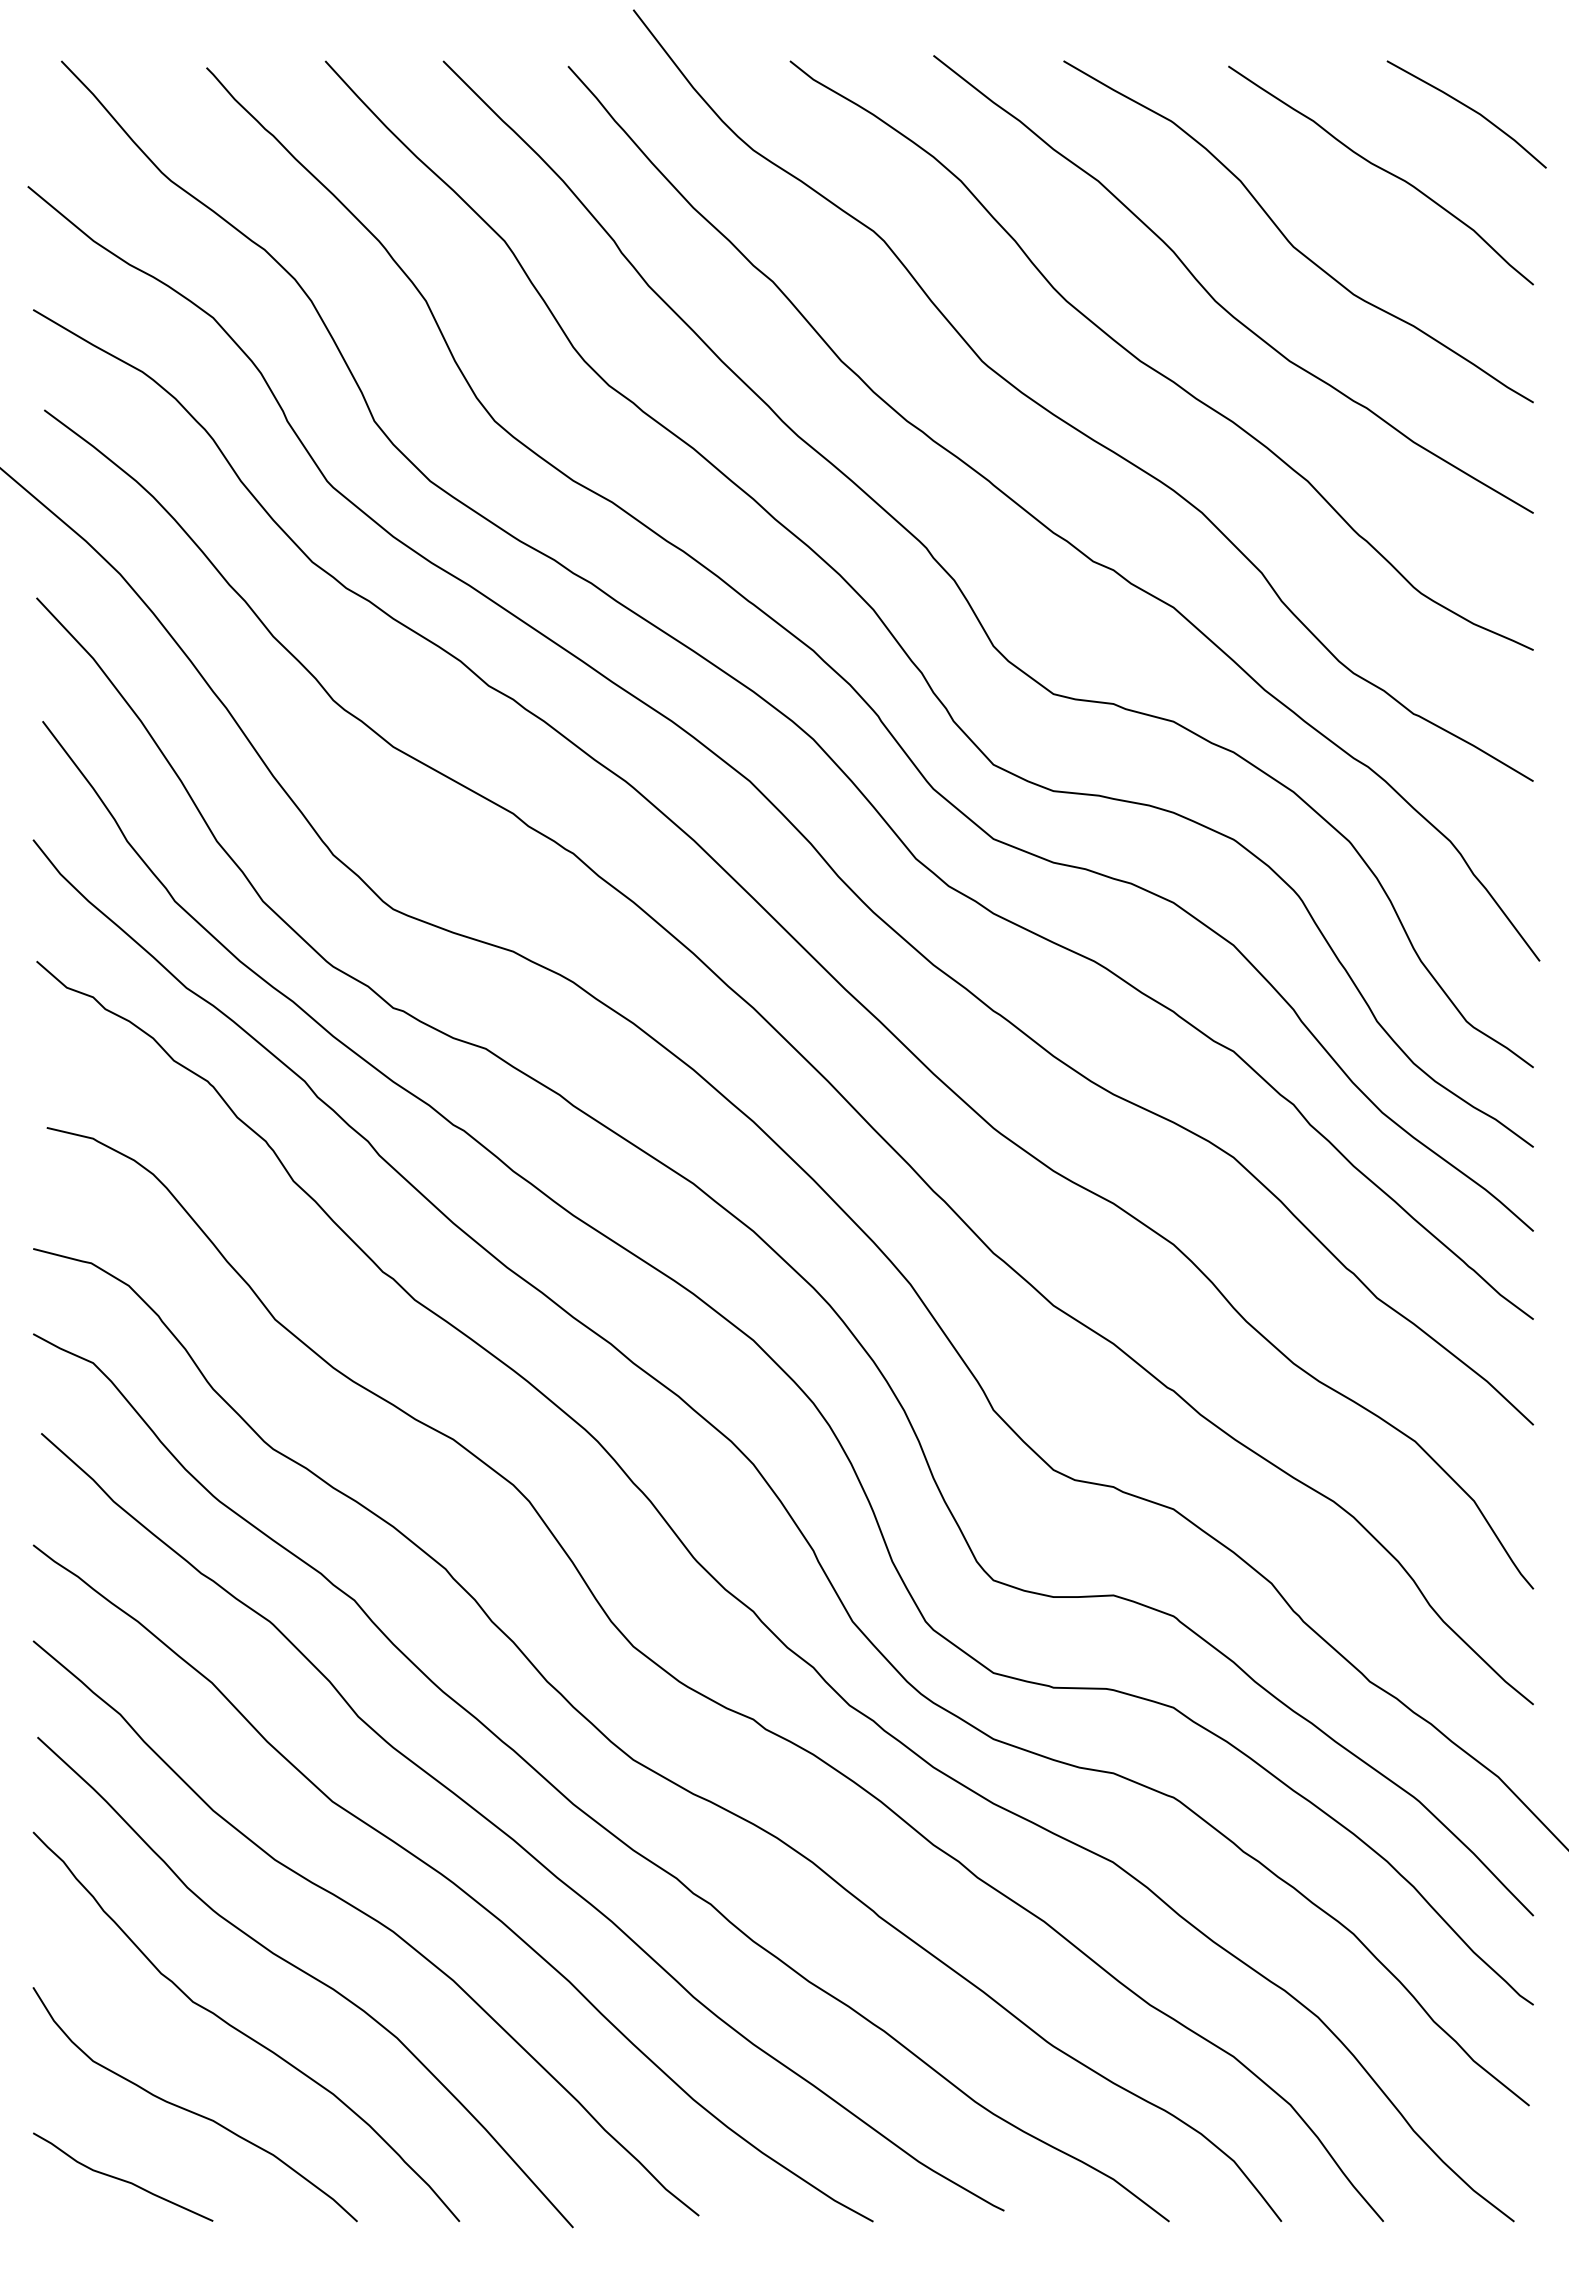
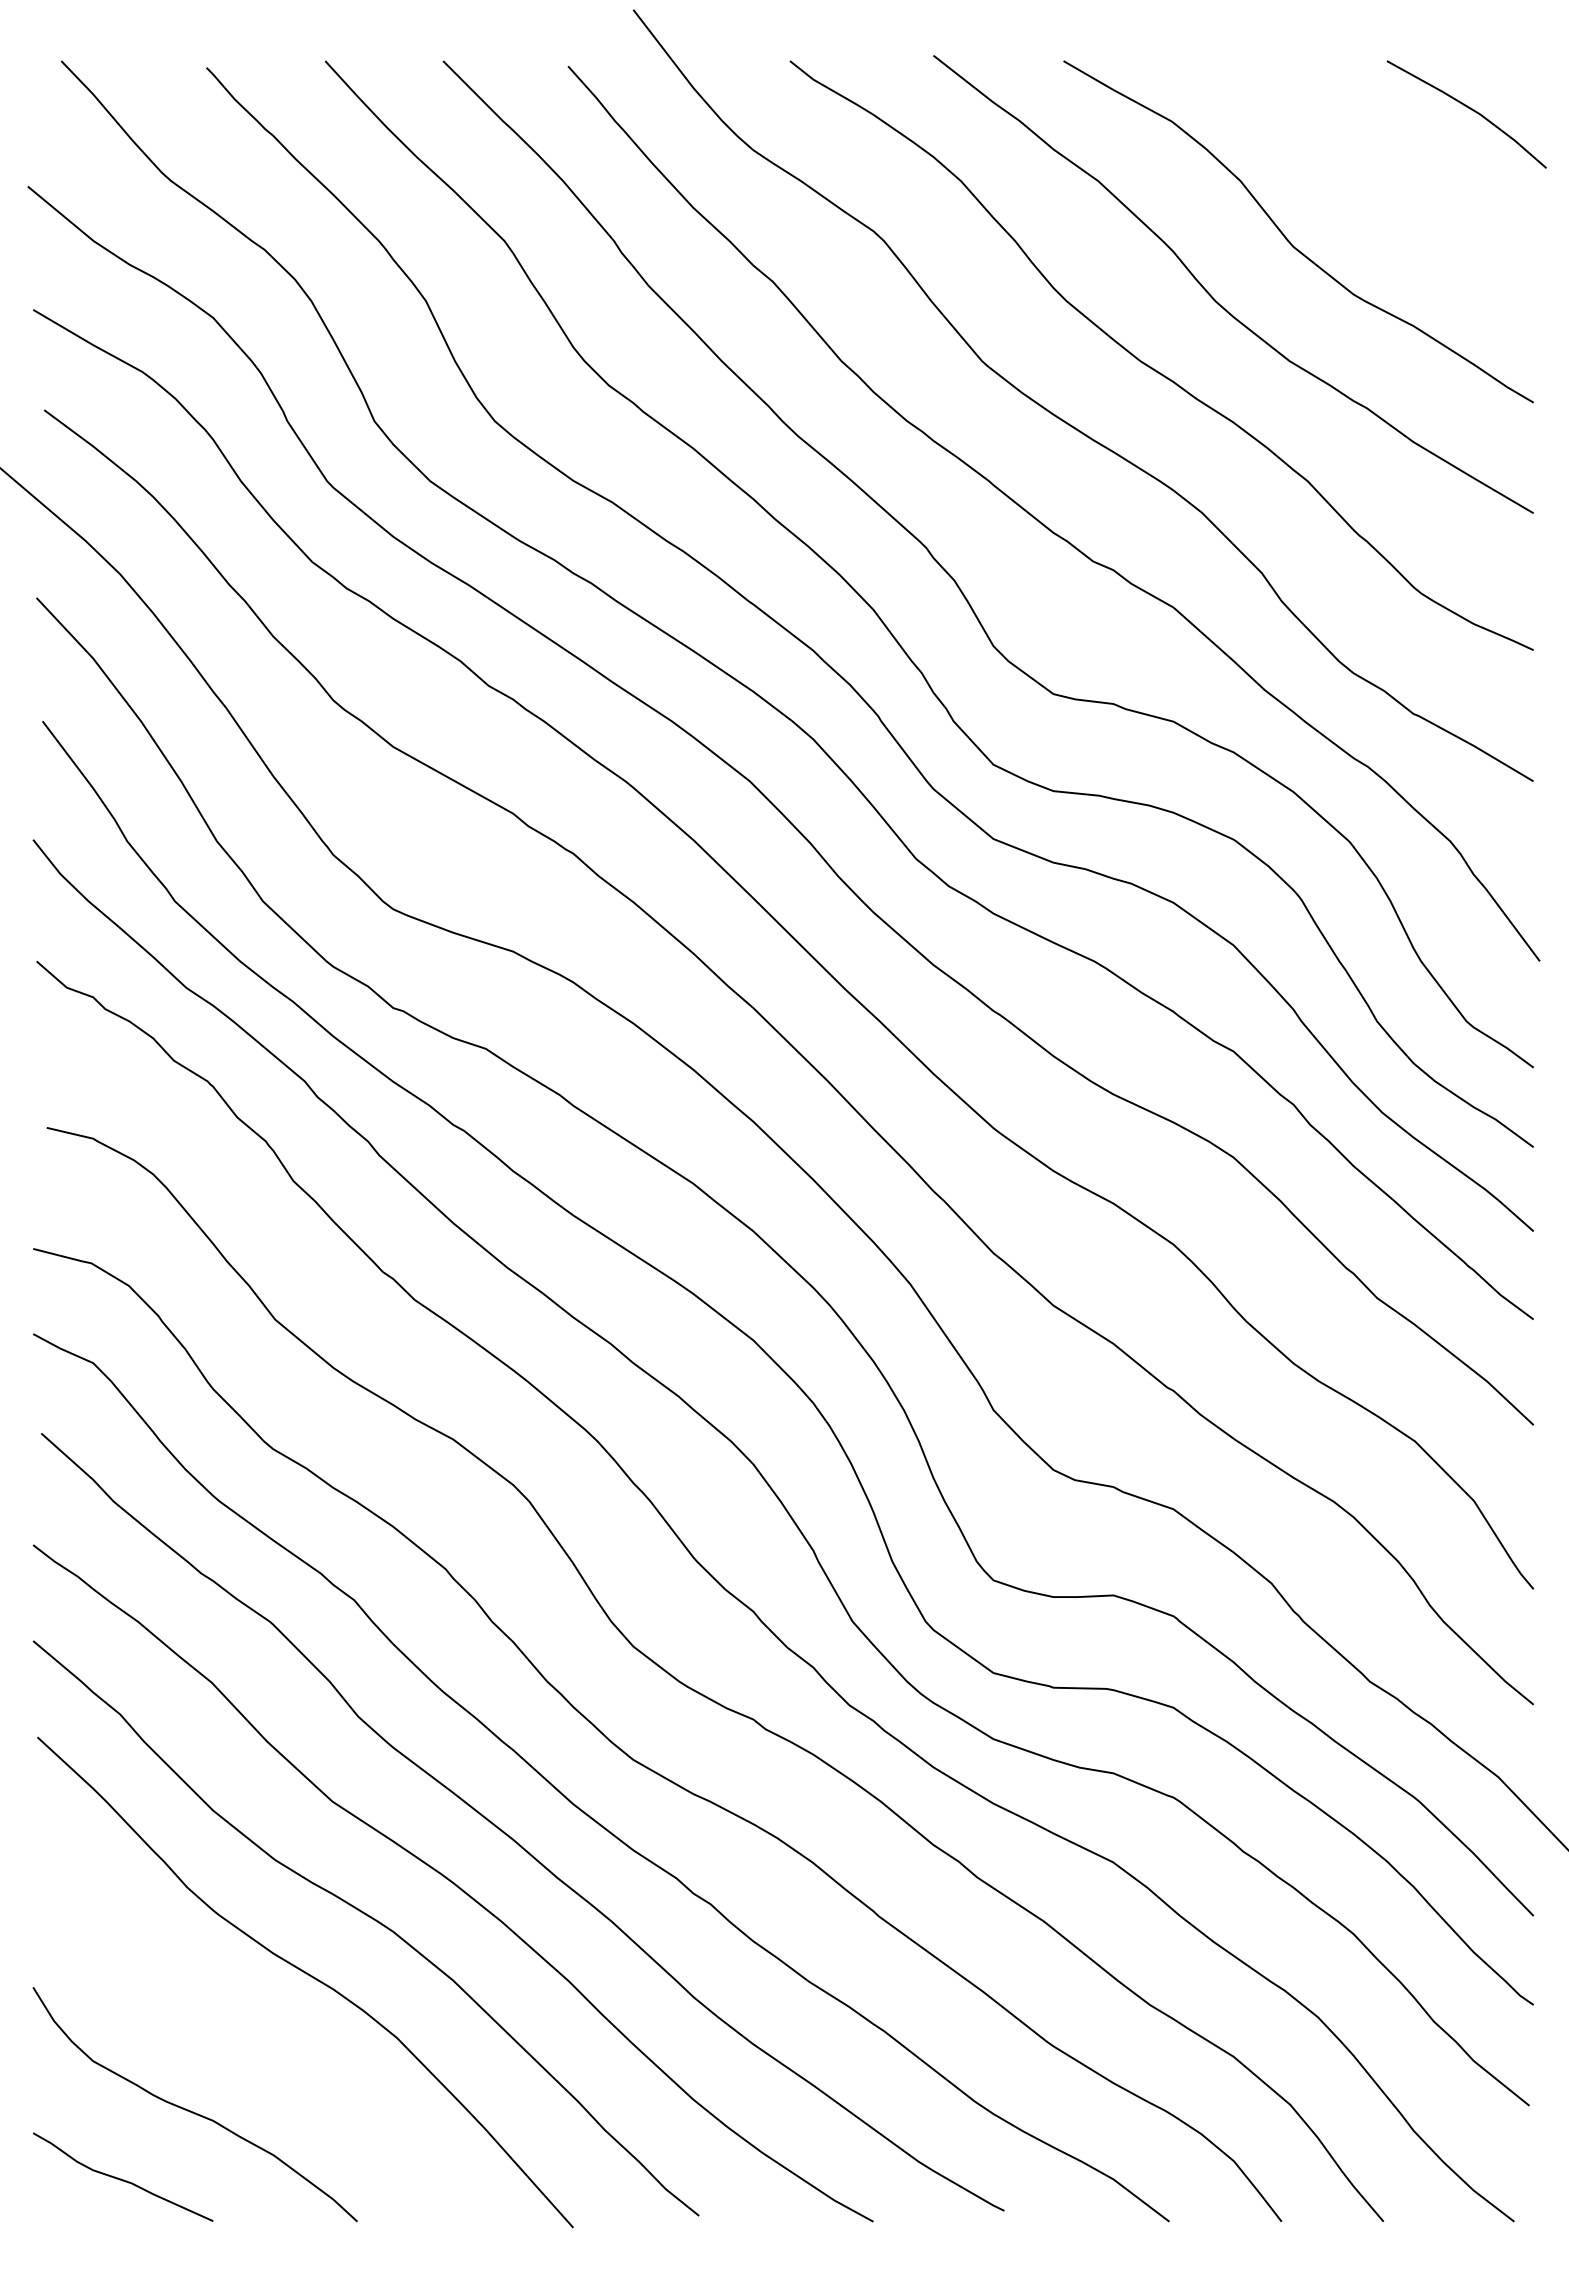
curve at (1382, 170): present -> none
curve at (243, 2032): present -> none
